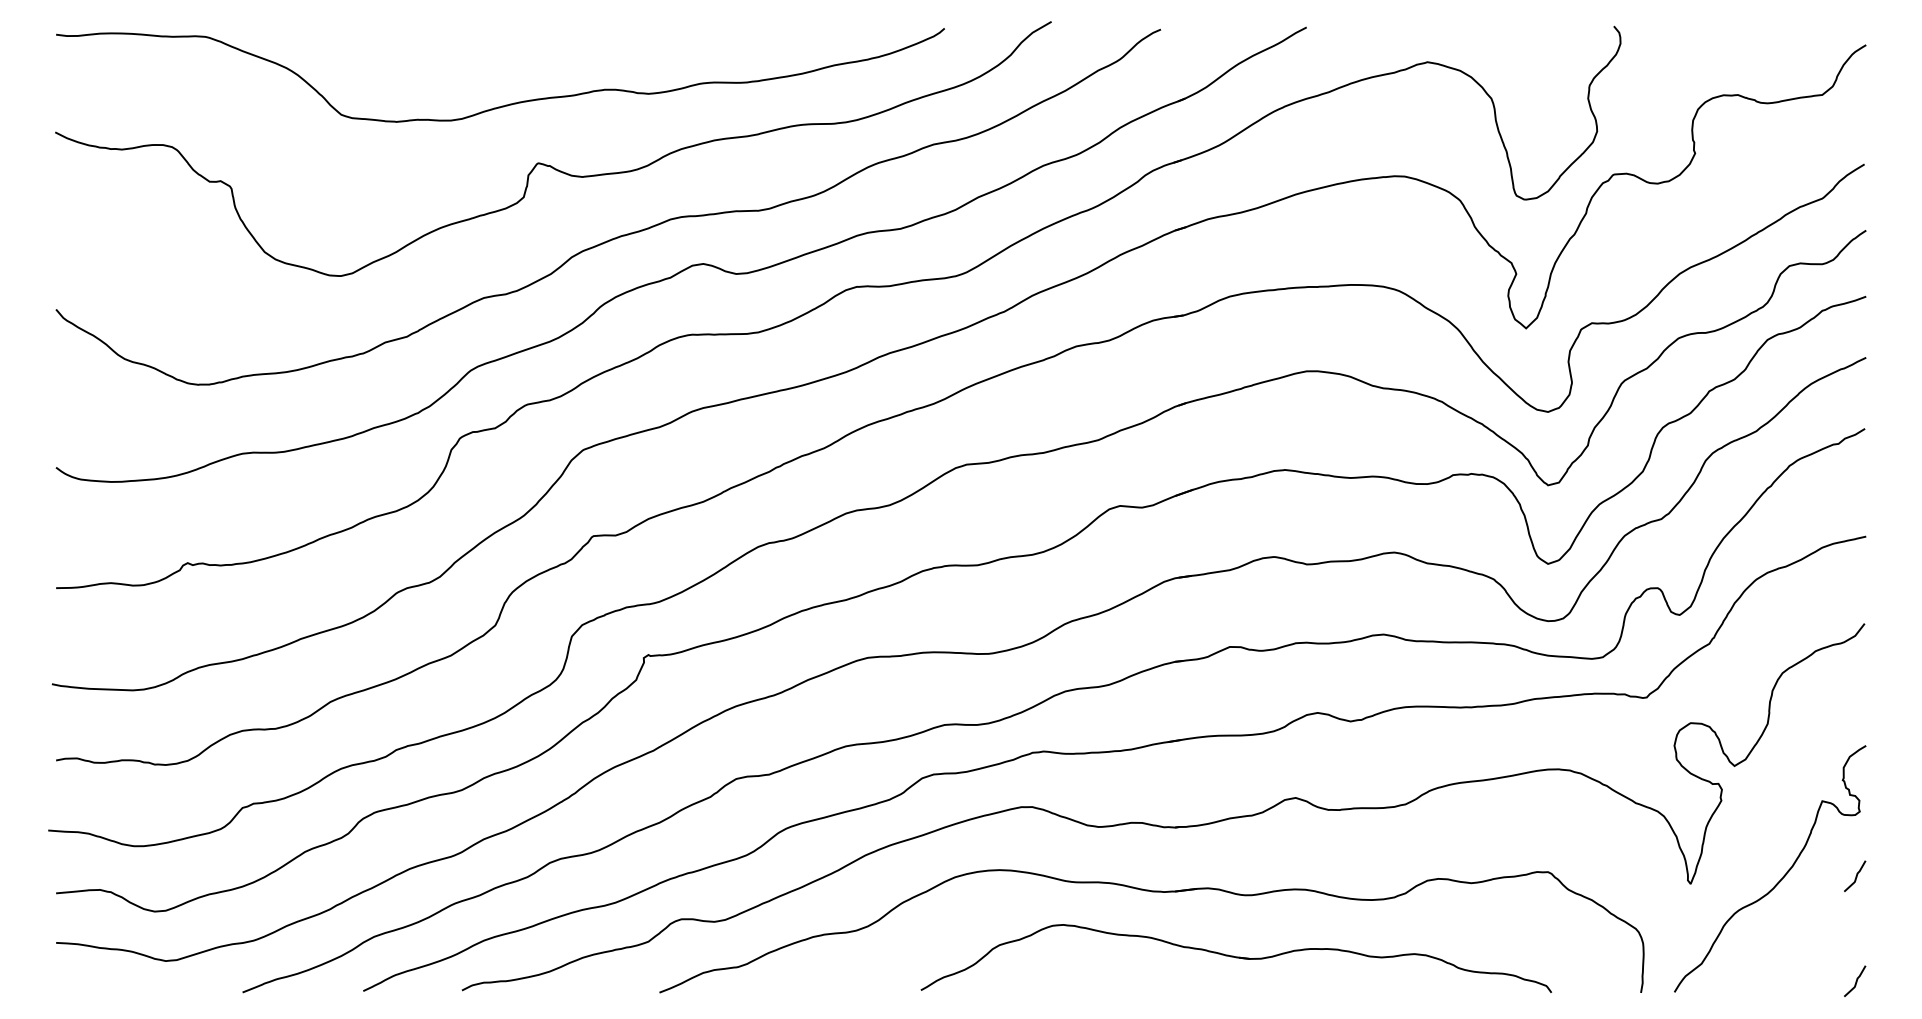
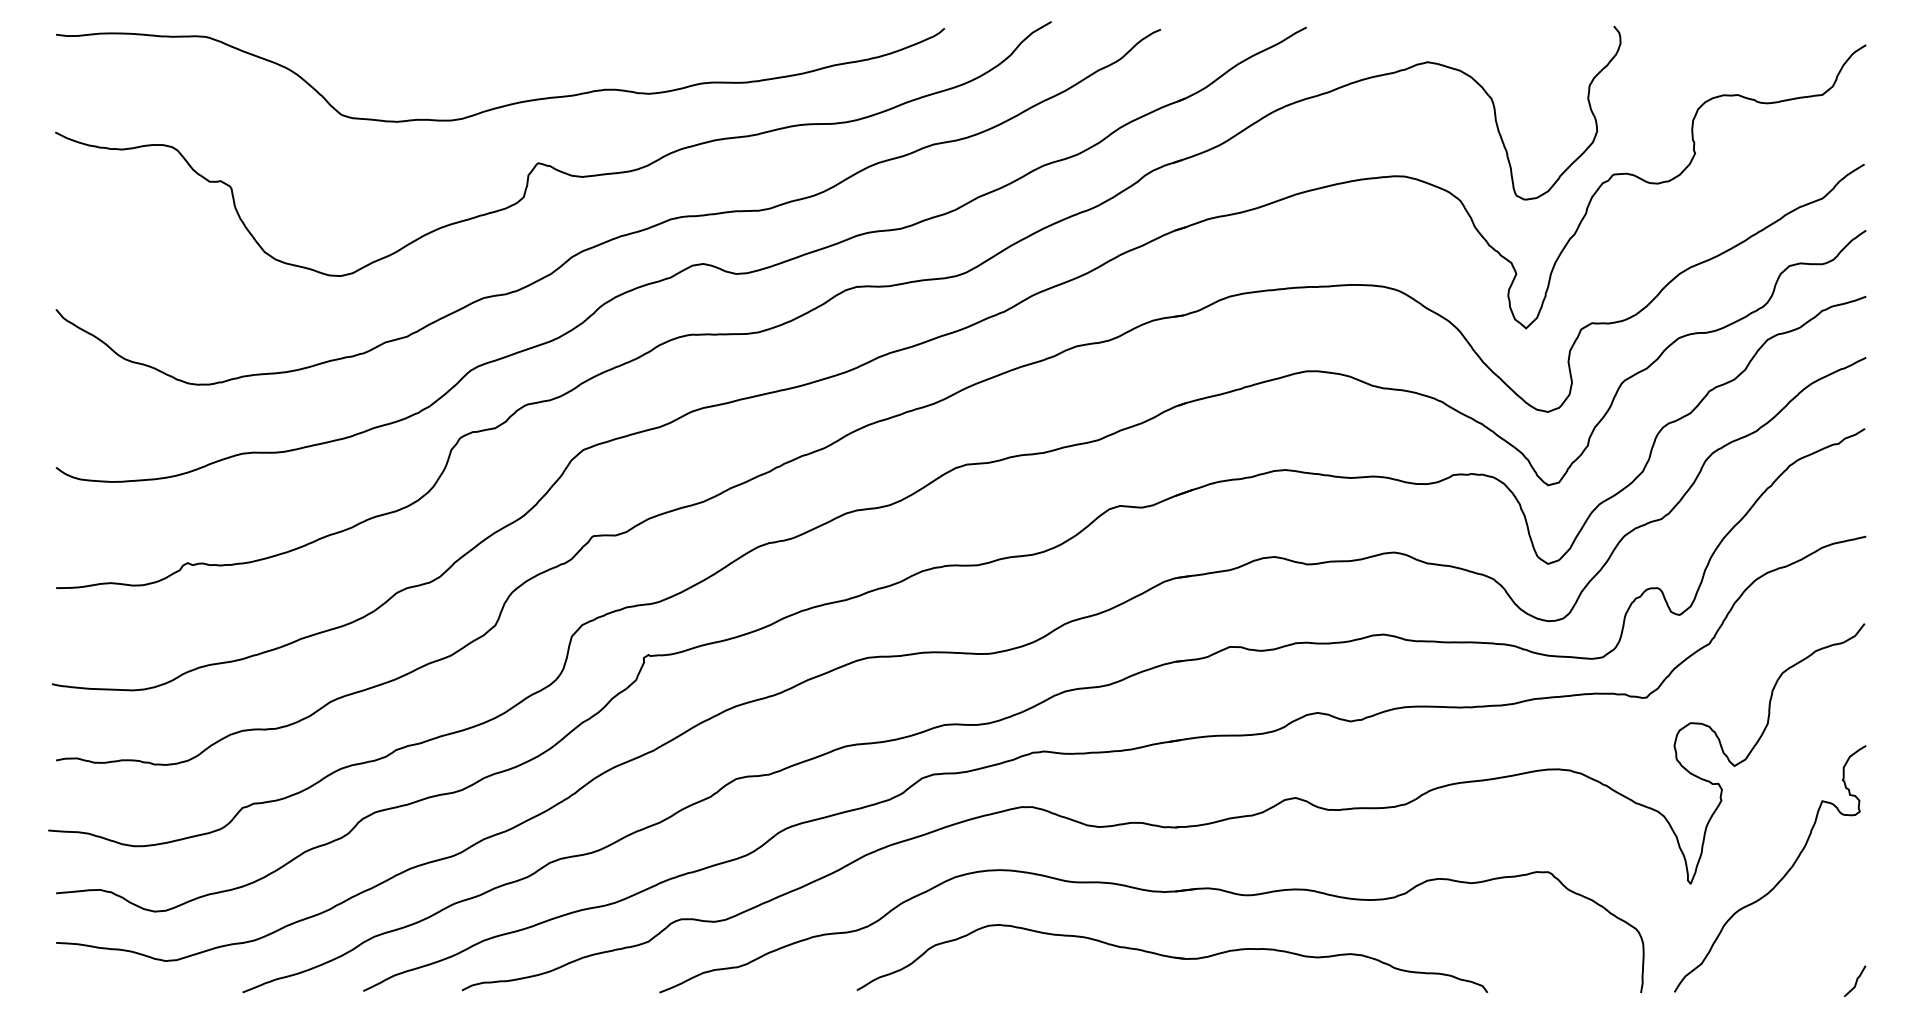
curve at (1856, 875): present -> none
part at (1236, 958) position: (1236, 958) -> (1172, 958)
